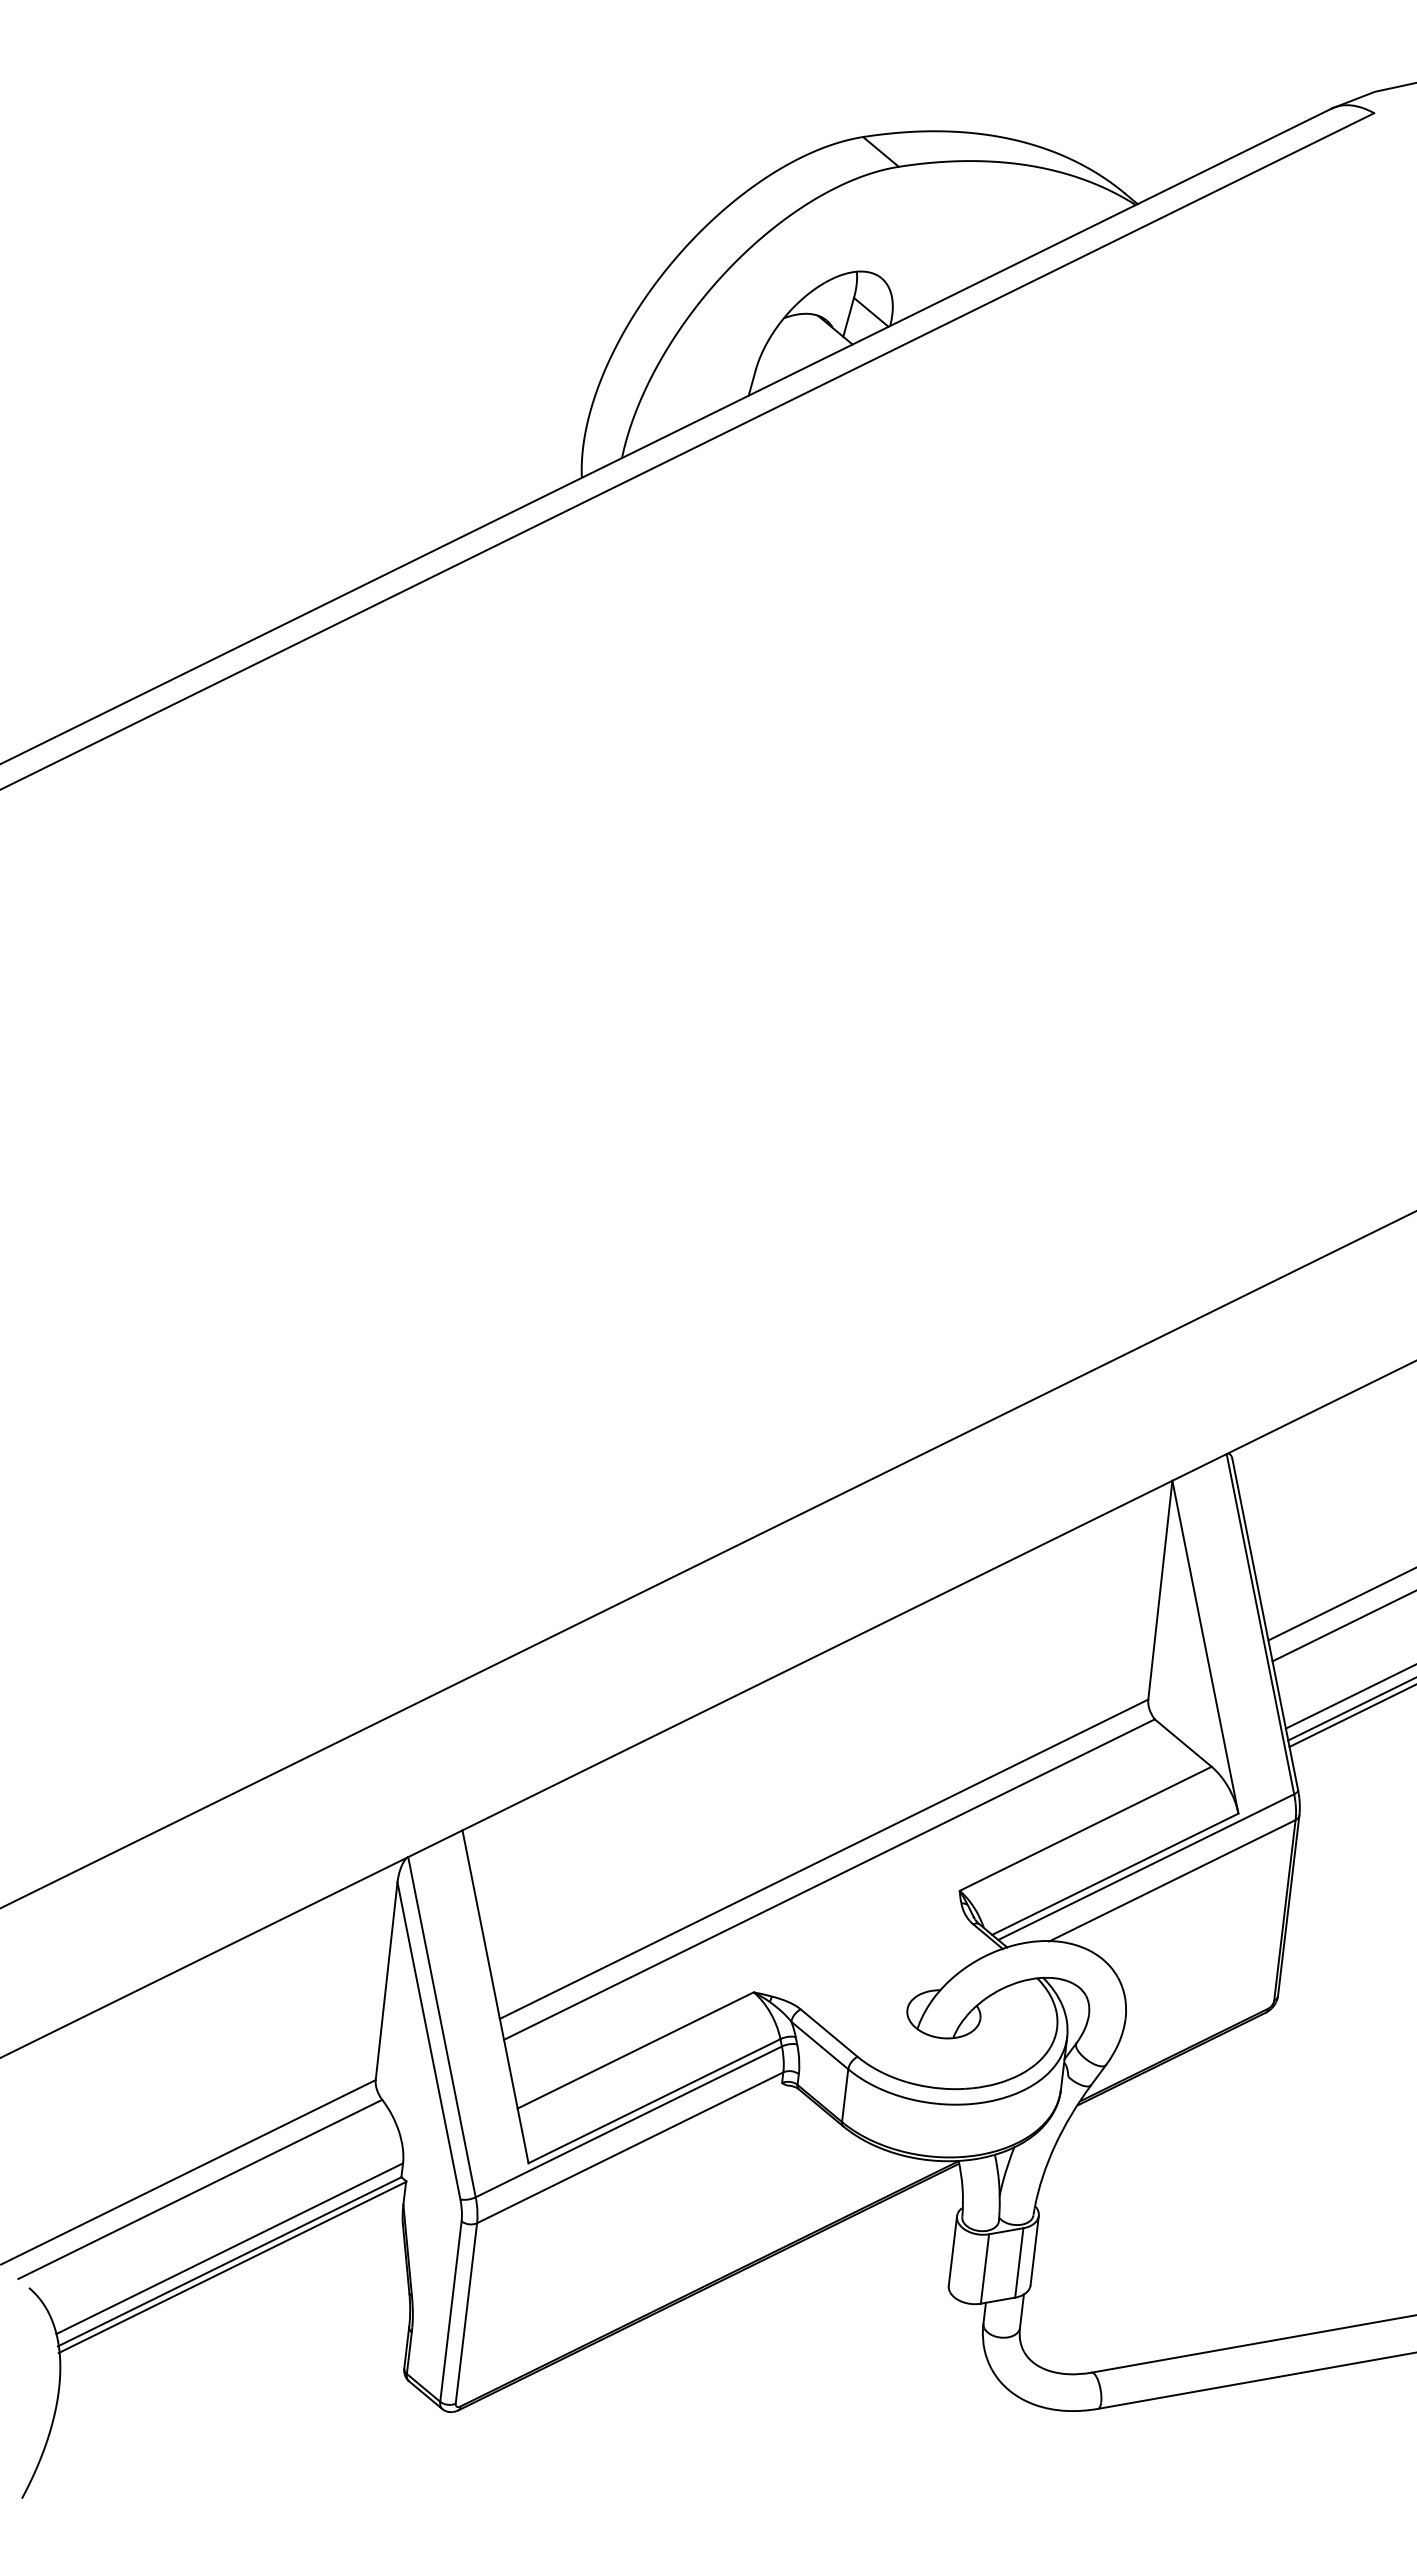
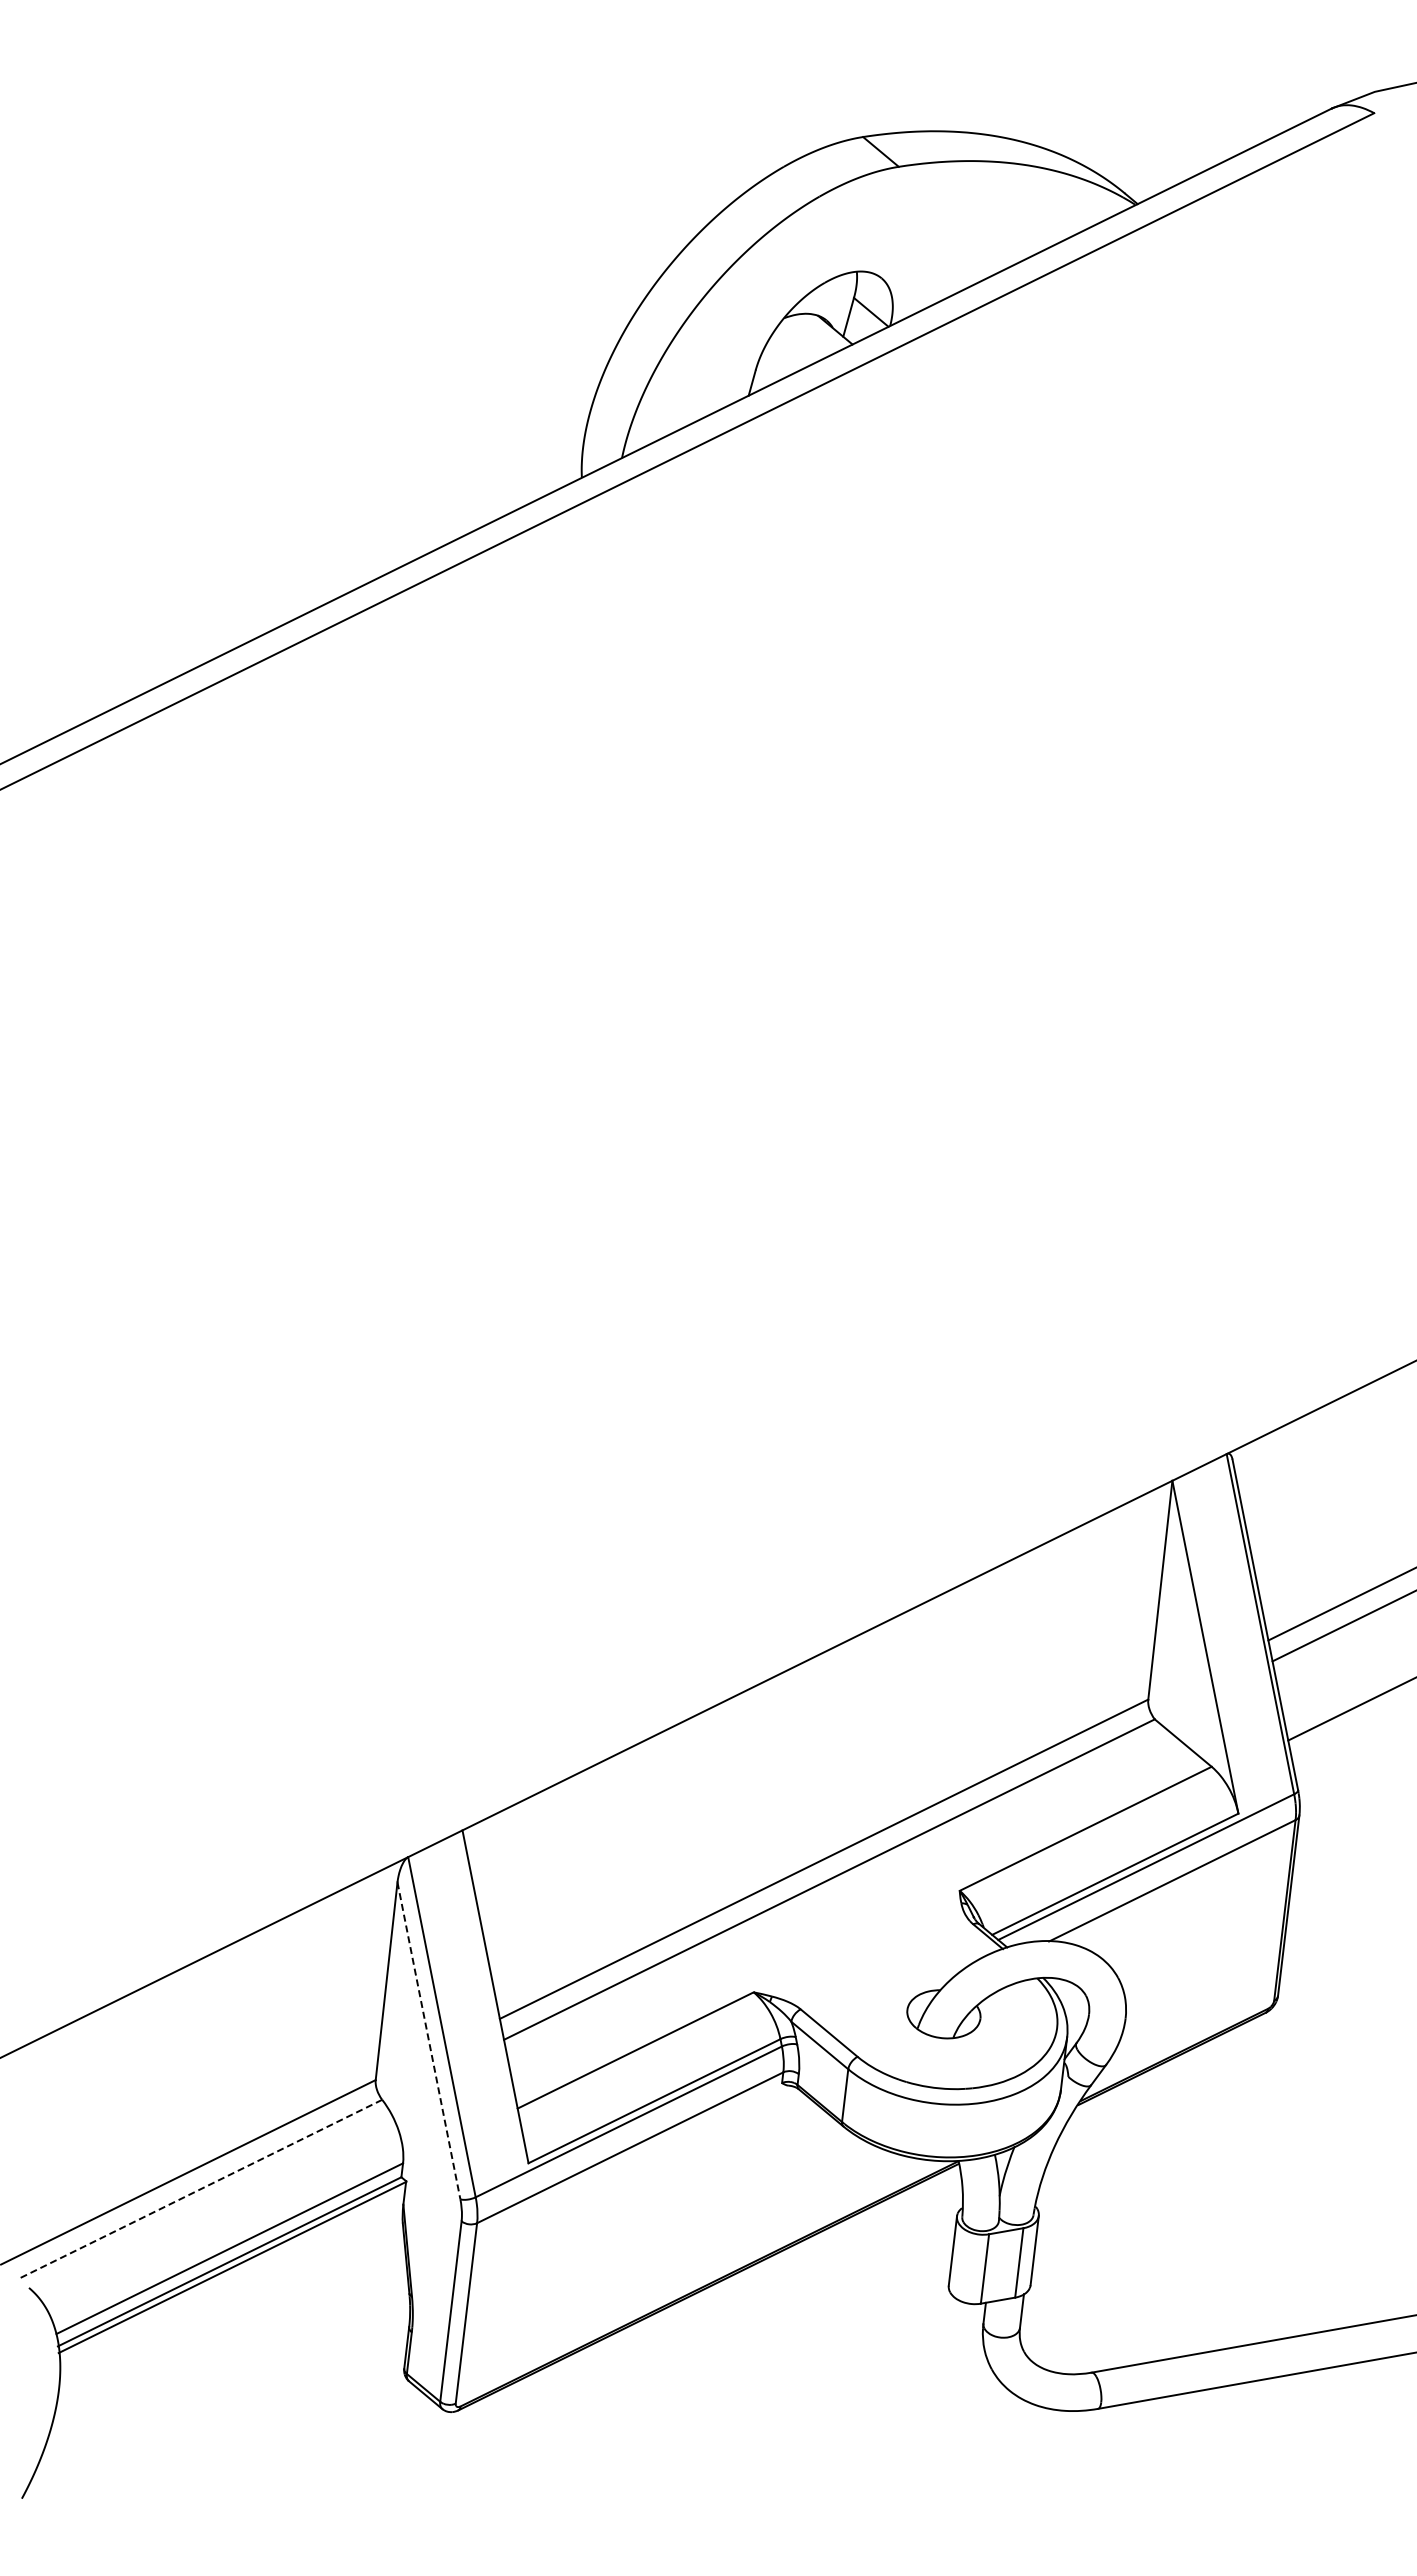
line at (707, 1559): present -> none
line at (1349, 1696): present -> none
line at (1351, 1715): present -> none
line at (428, 2040): solid -> dashed
line at (200, 2189): solid -> dashed
